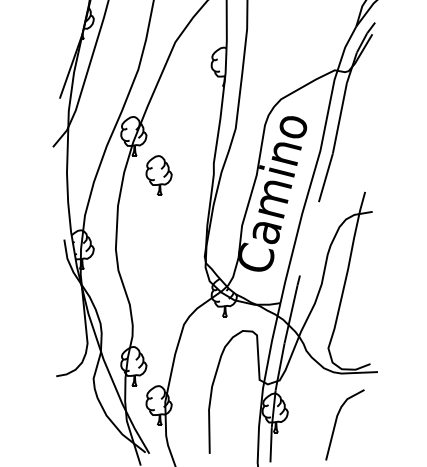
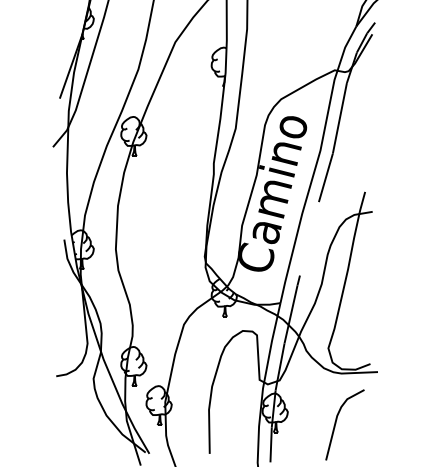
part at (158, 175): present -> none
